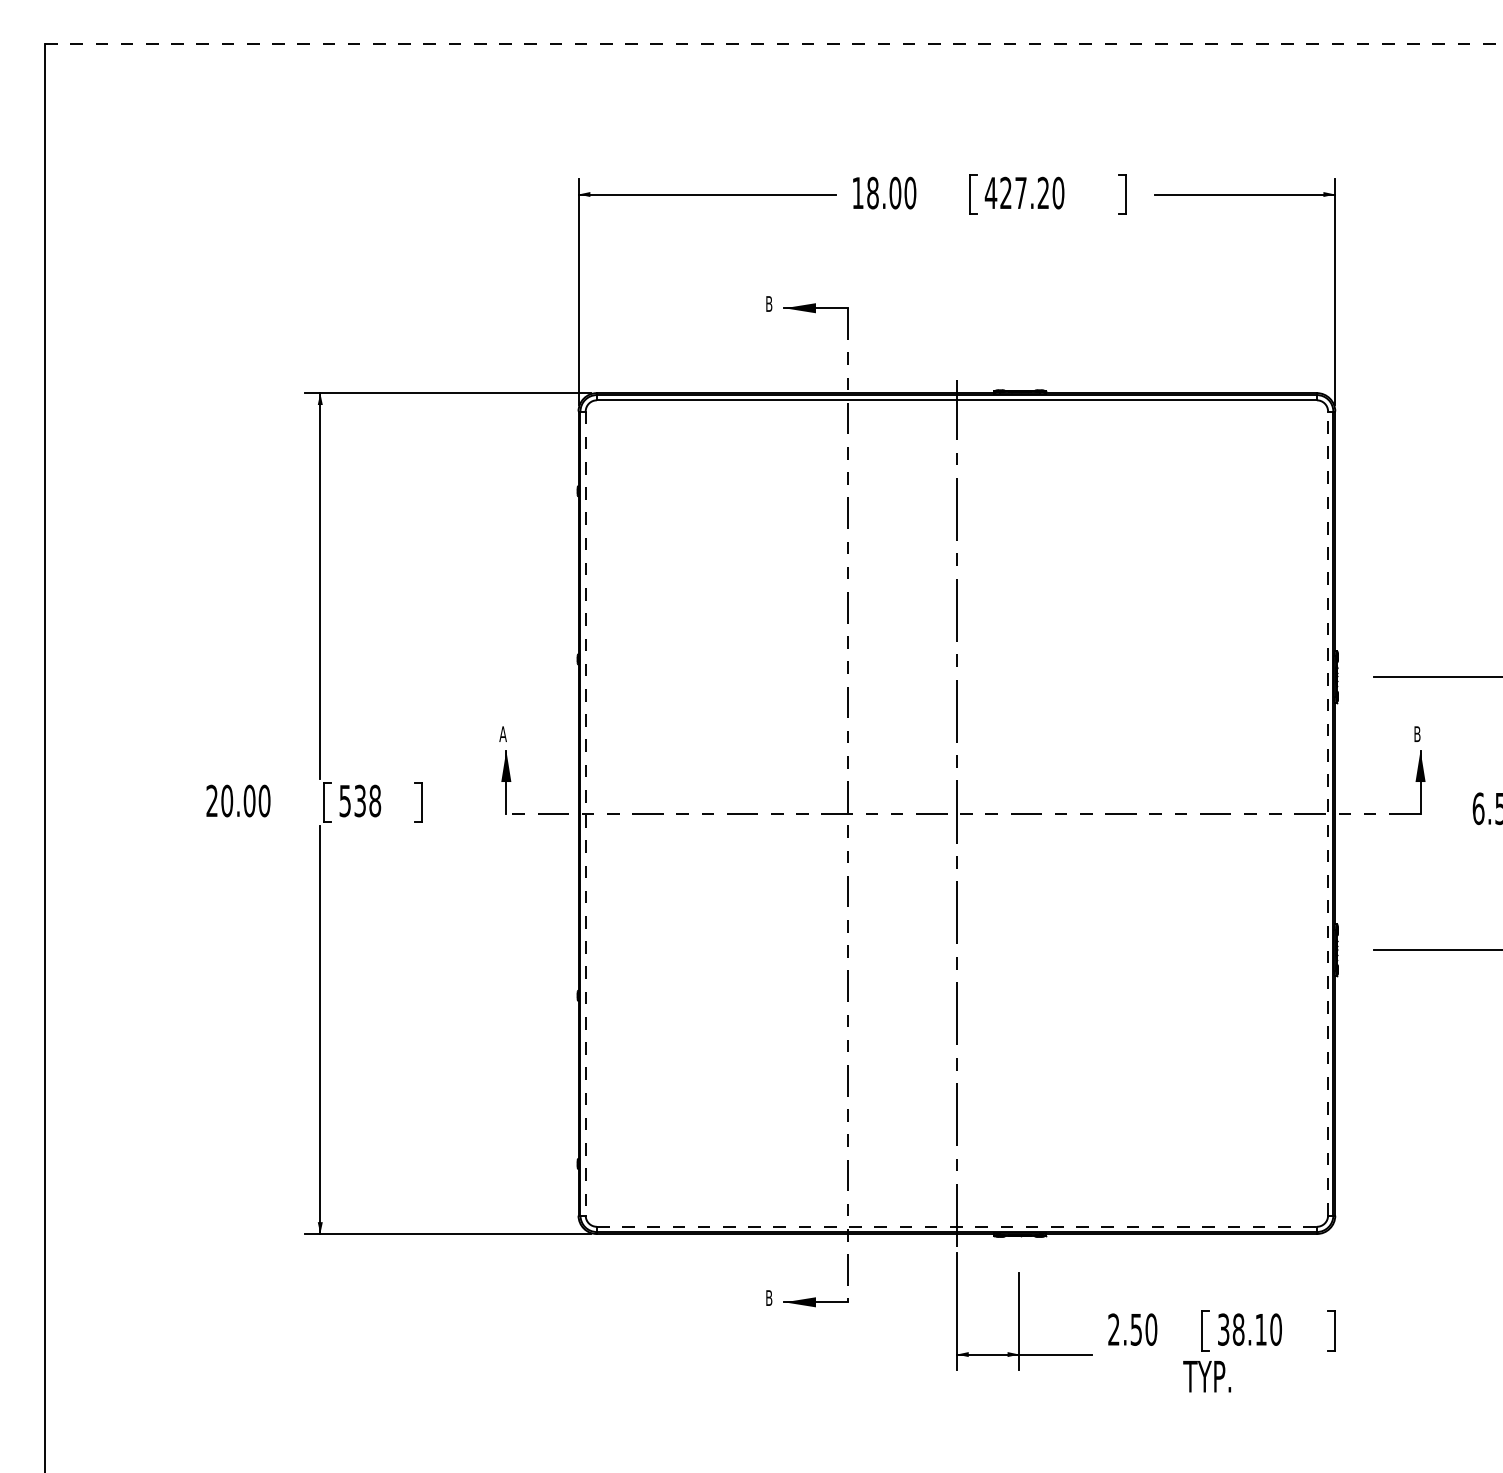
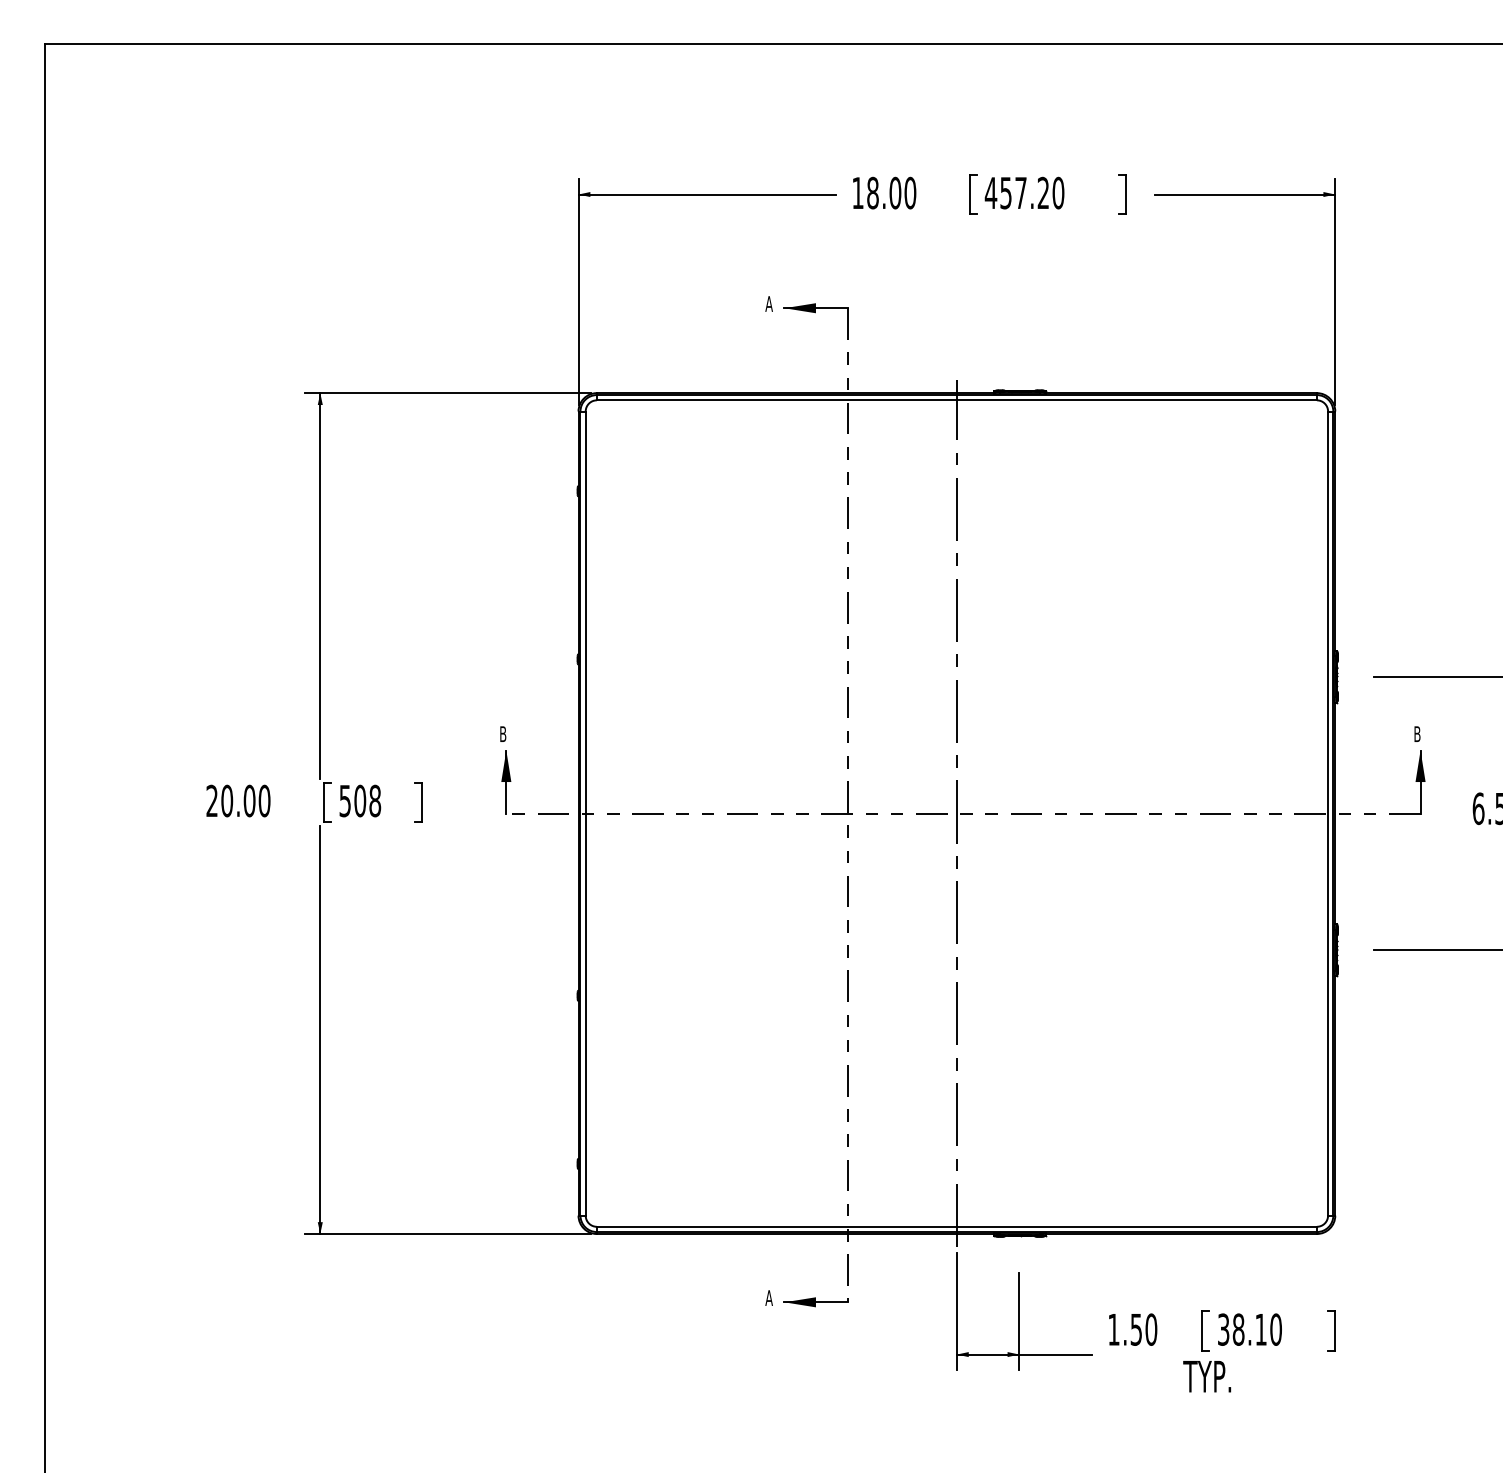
line at (773, 44): dashed -> solid
text at (1005, 192): 427.20 -> 457.20
text at (768, 303): B -> A
text at (502, 733): A -> B
text at (360, 800): 538 -> 508
line at (1328, 813): dashed -> solid
line at (585, 814): dashed -> solid
line at (957, 1226): dashed -> solid
text at (768, 1297): B -> A
text at (1113, 1329): 2.50 -> 1.50
